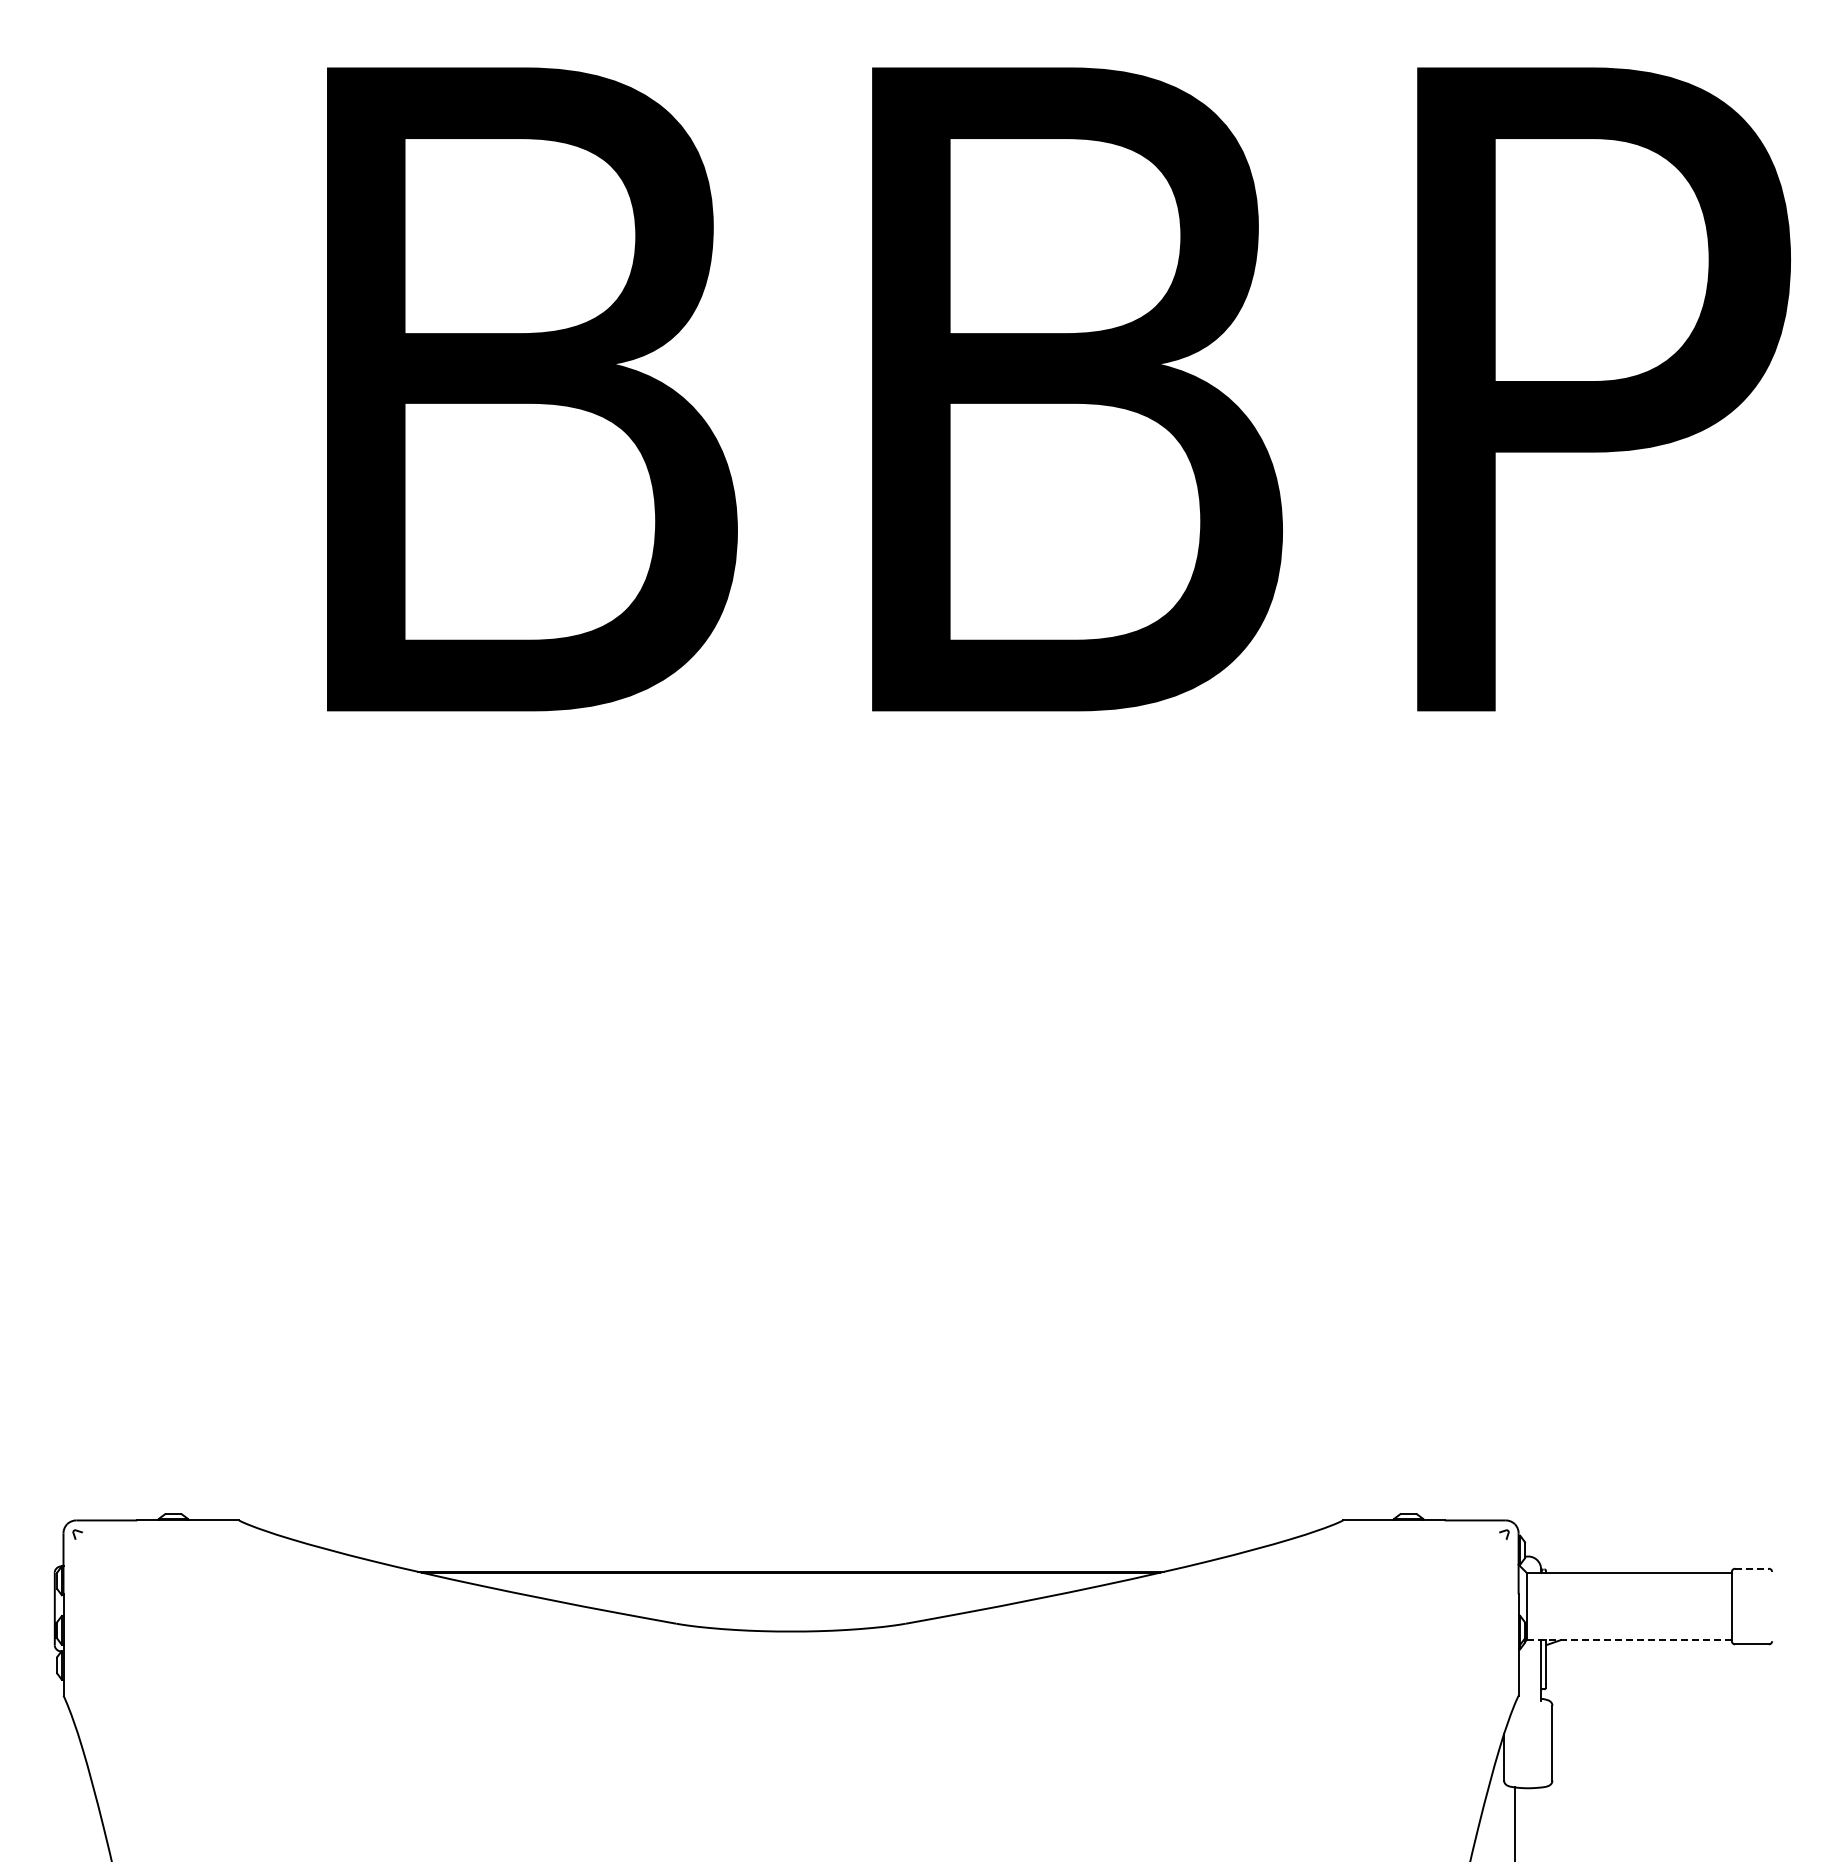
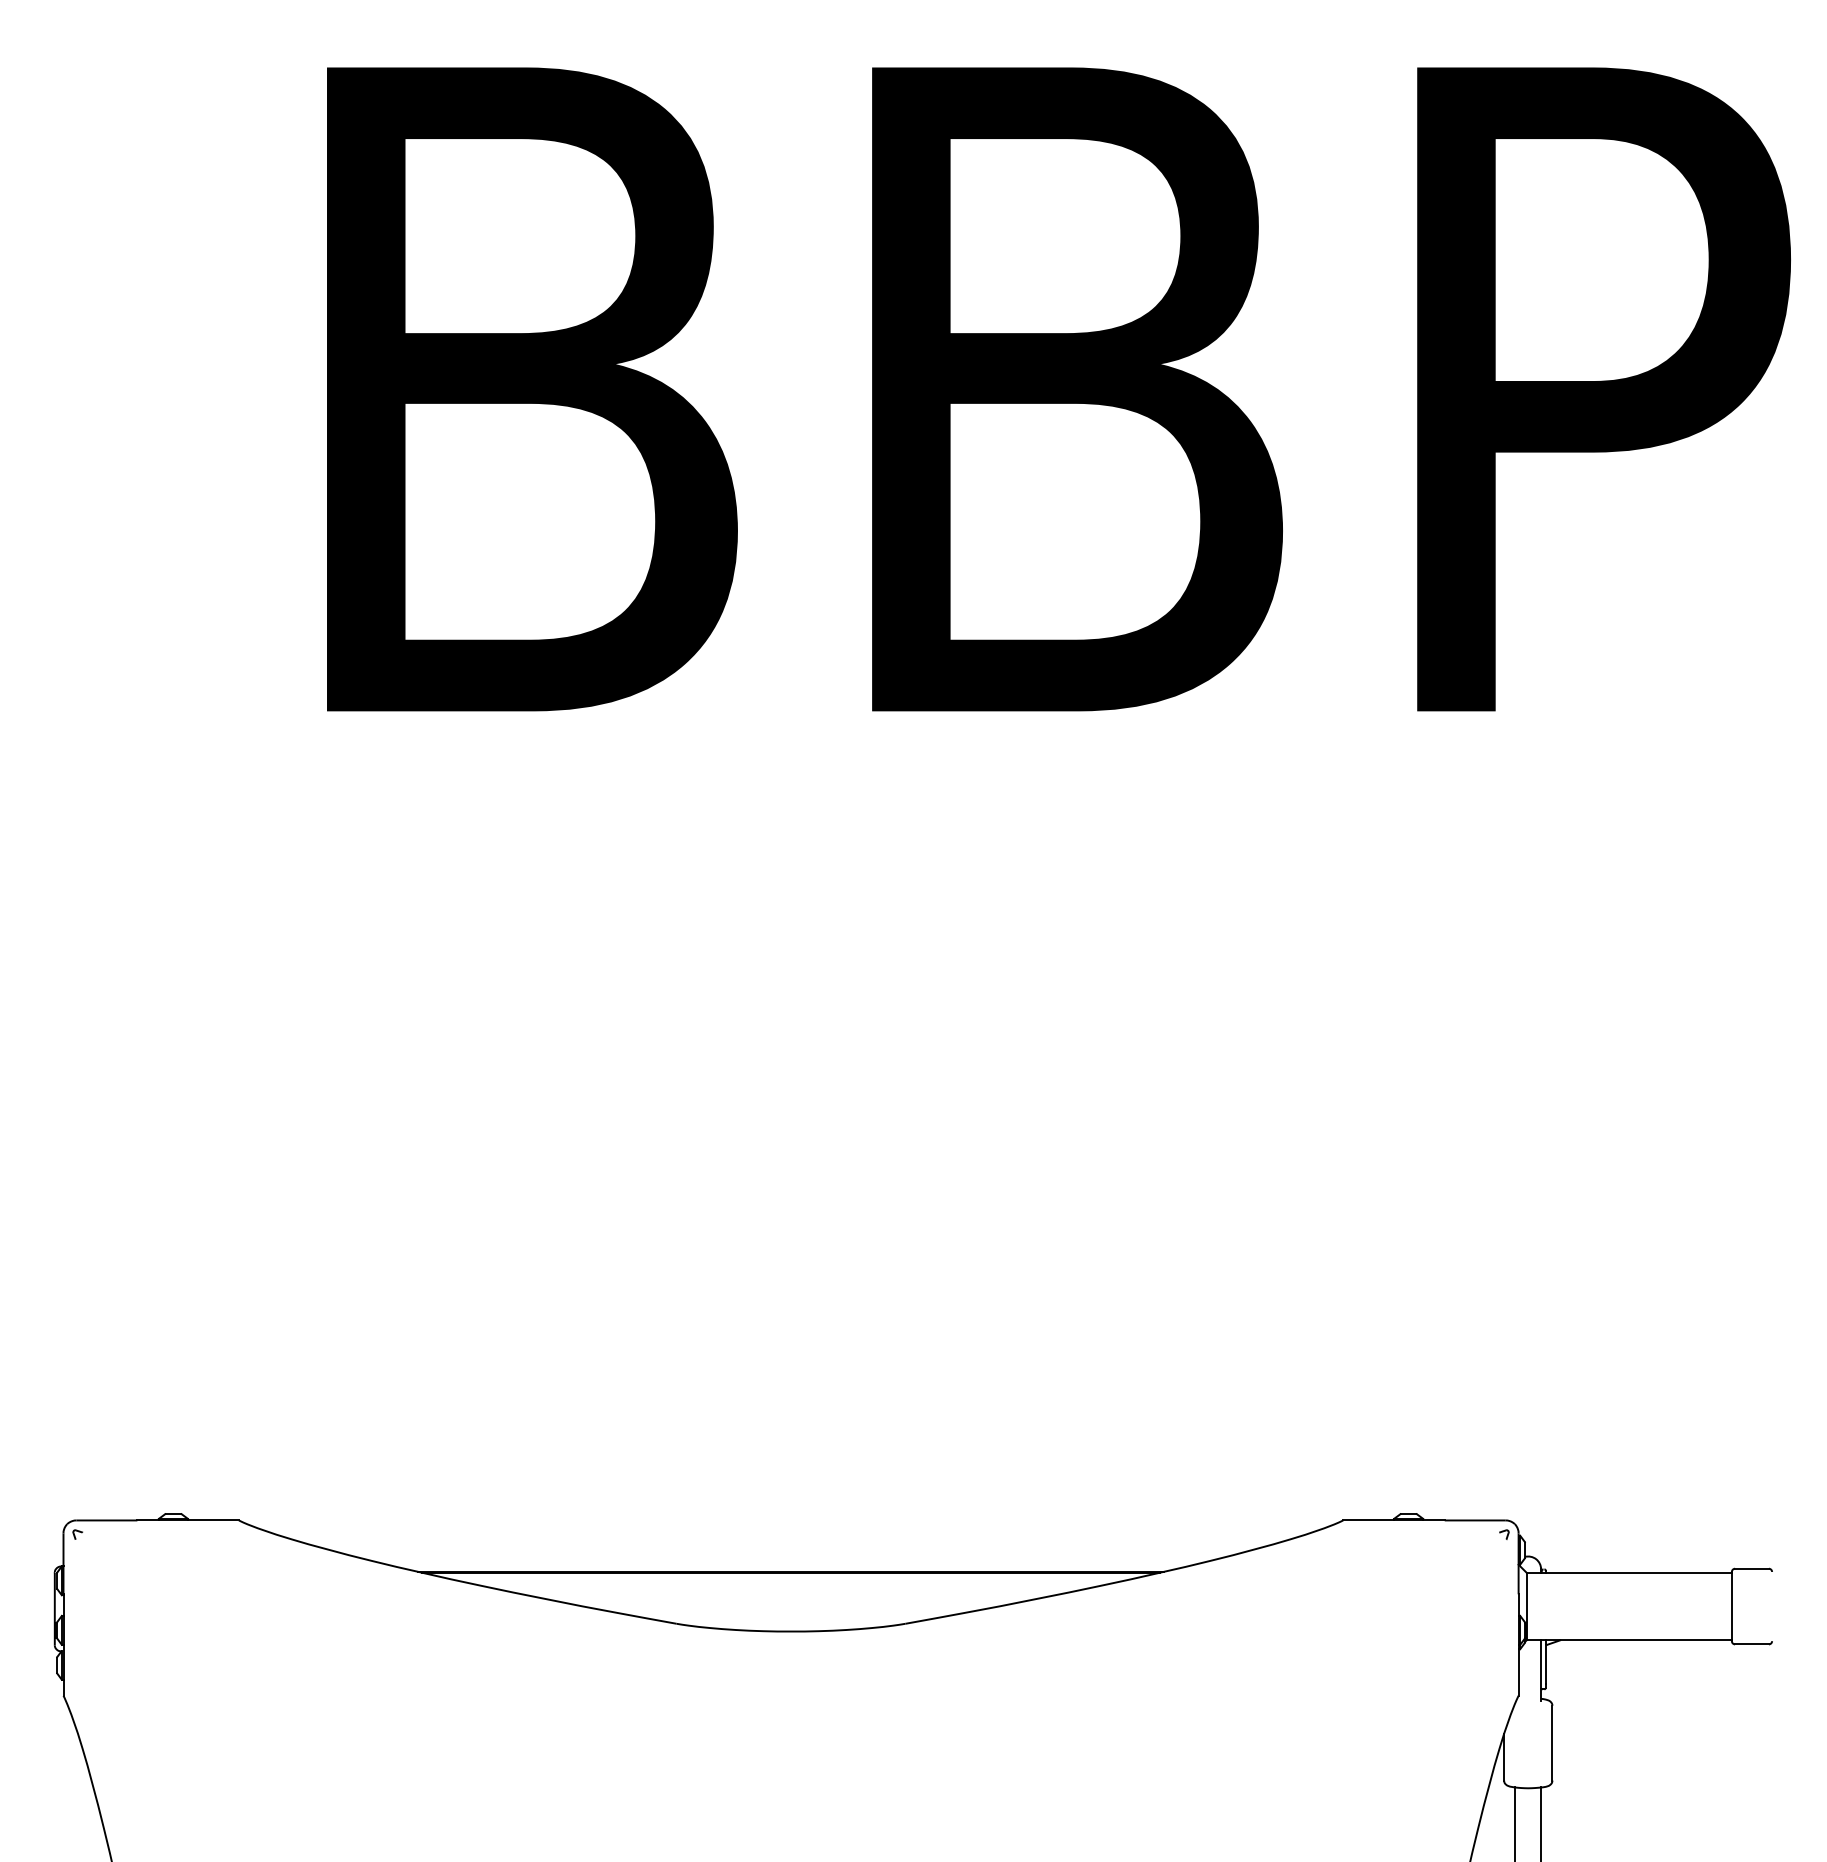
line at (1752, 1568): dashed -> solid
line at (1629, 1640): dashed -> solid
line at (1541, 1822): none -> present
